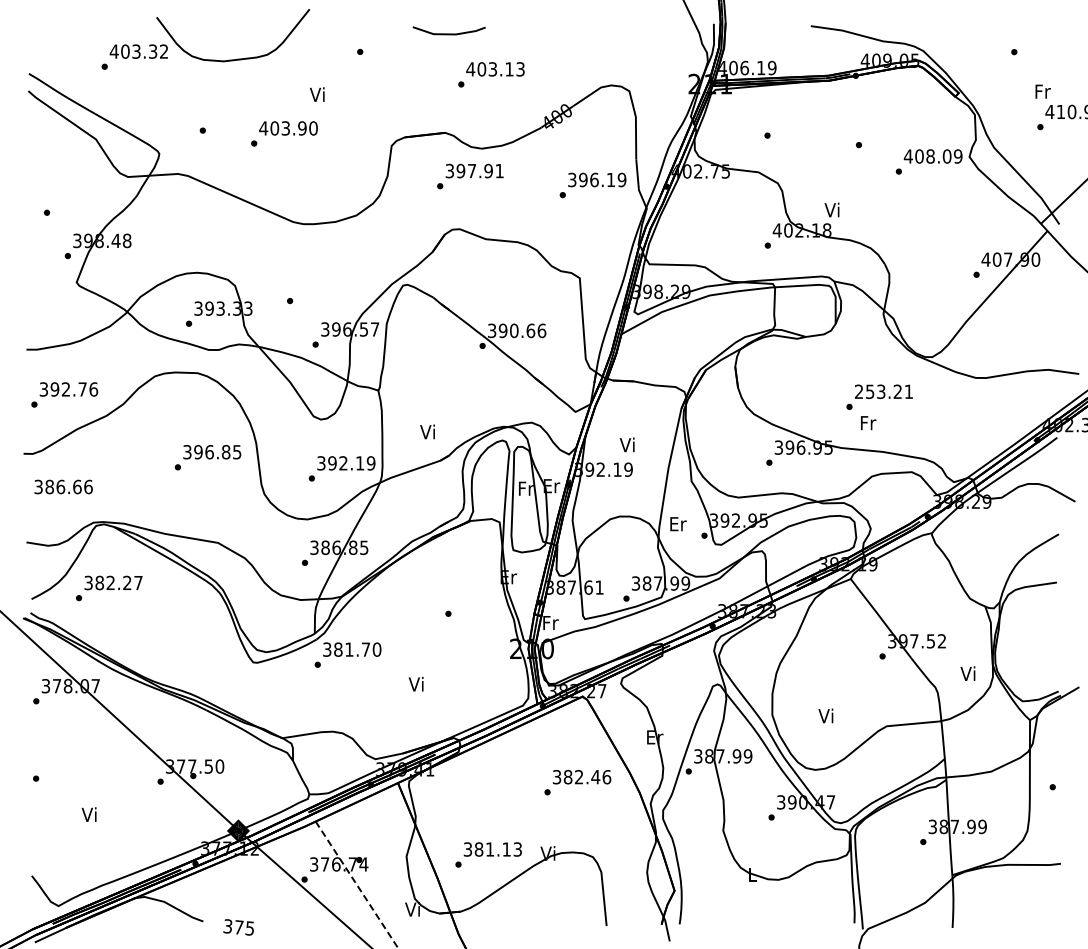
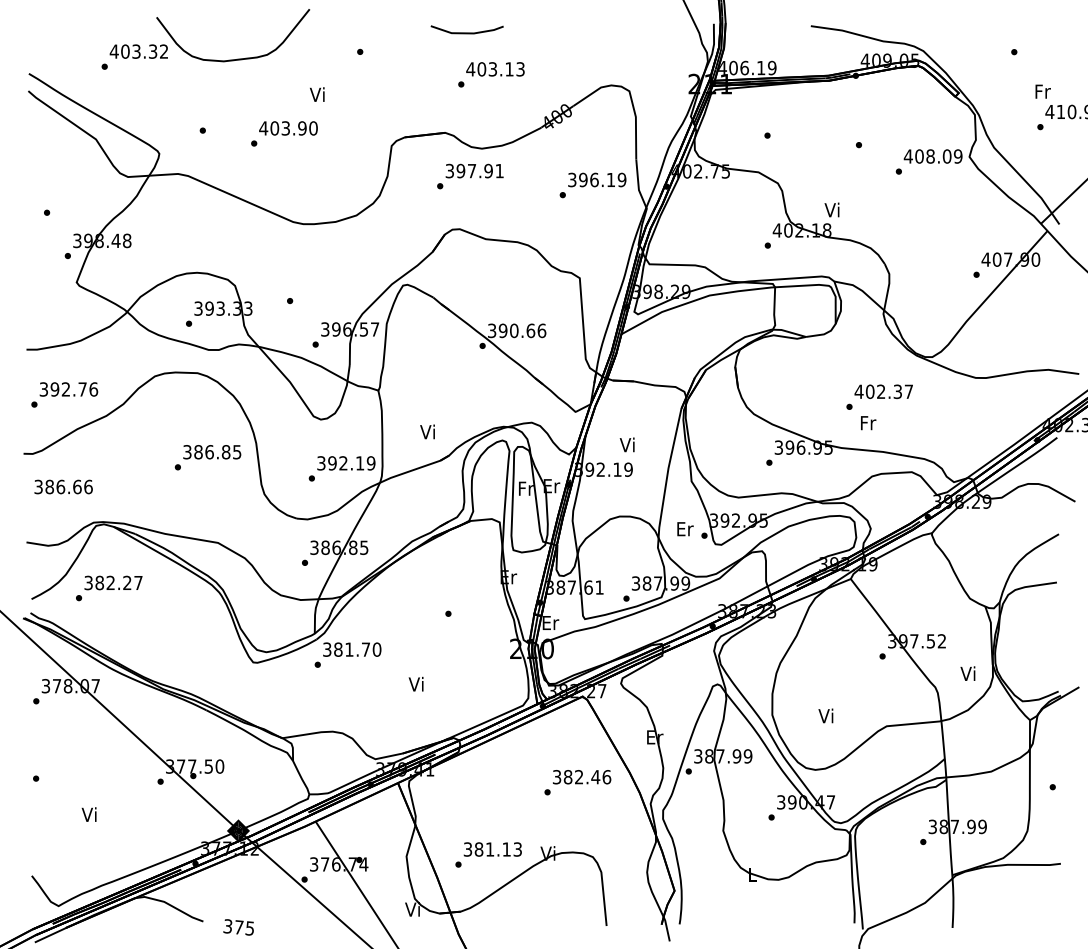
line at (448, 33) position: (448, 33) -> (466, 32)
text at (883, 391): 253.21 -> 402.37
text at (198, 452): 396.85 -> 386.85
text at (678, 524) position: (678, 524) -> (685, 529)
text at (550, 622): Fr -> Er
line at (357, 885): dashed -> solid
